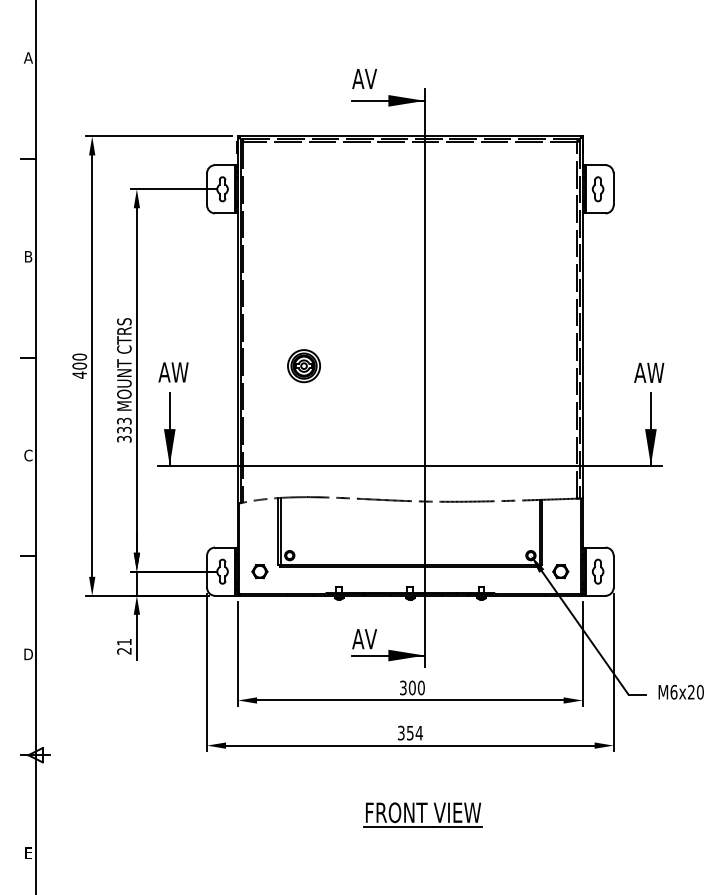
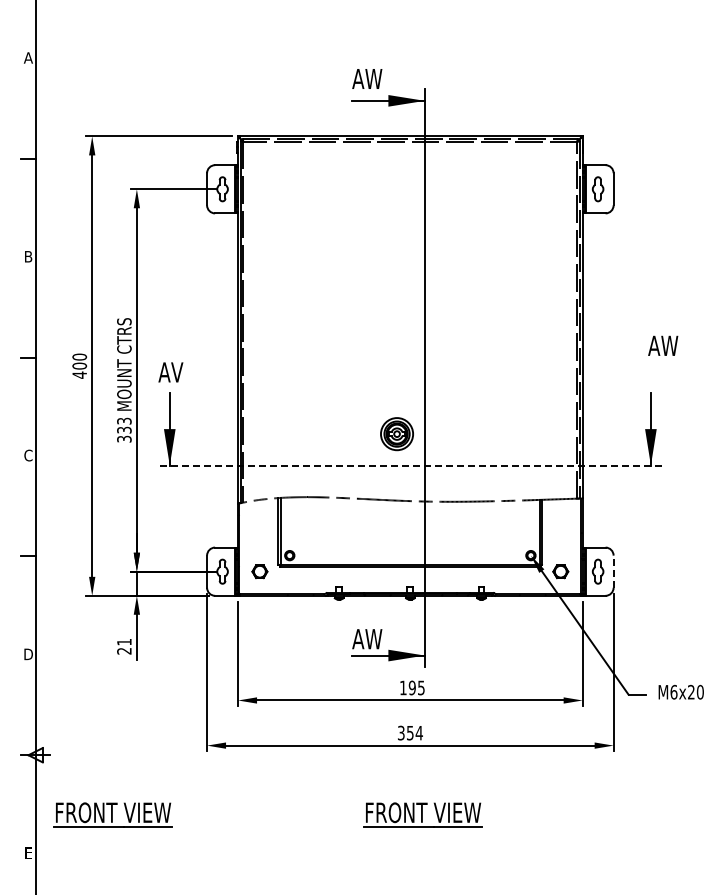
text at (373, 78): AV -> AW
part at (303, 366) position: (303, 366) -> (396, 434)
text at (179, 372): AW -> AV
text at (649, 372) position: (649, 372) -> (663, 345)
line at (409, 465): solid -> dashed
line at (613, 571): solid -> dashed
text at (373, 639): AV -> AW
text at (412, 687): 300 -> 195
part at (112, 814): none -> present
